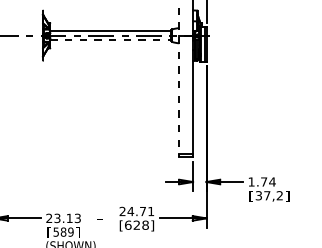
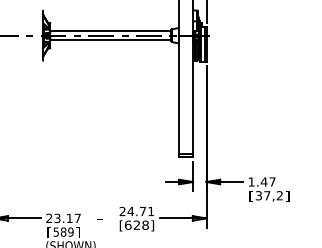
line at (111, 40): dashed -> solid
line at (179, 79): dashed -> solid
text at (267, 181): 1.74 -> 1.47
text at (77, 218): 23.13 -> 23.17
